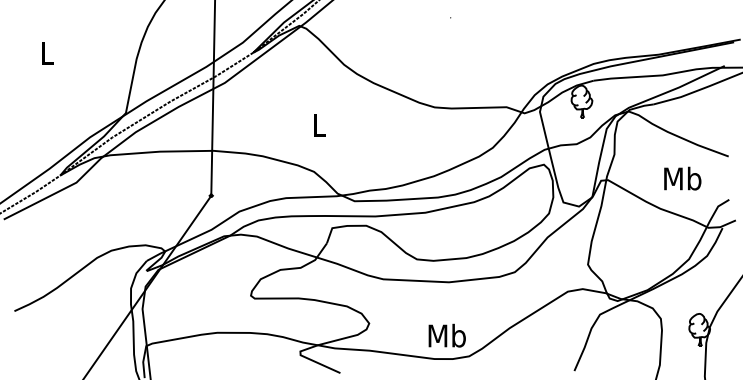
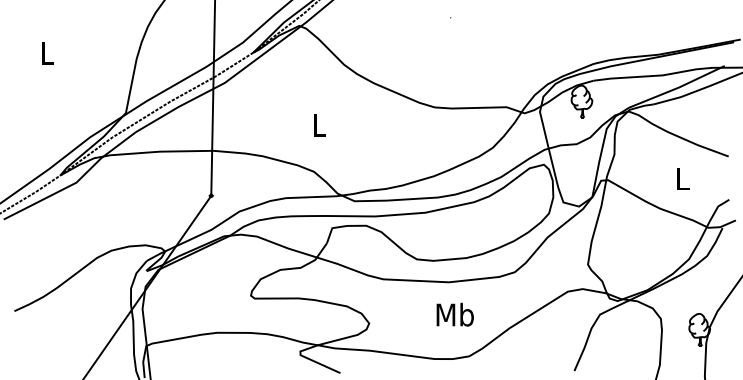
text at (682, 178): Mb -> L
text at (446, 335) position: (446, 335) -> (454, 314)
